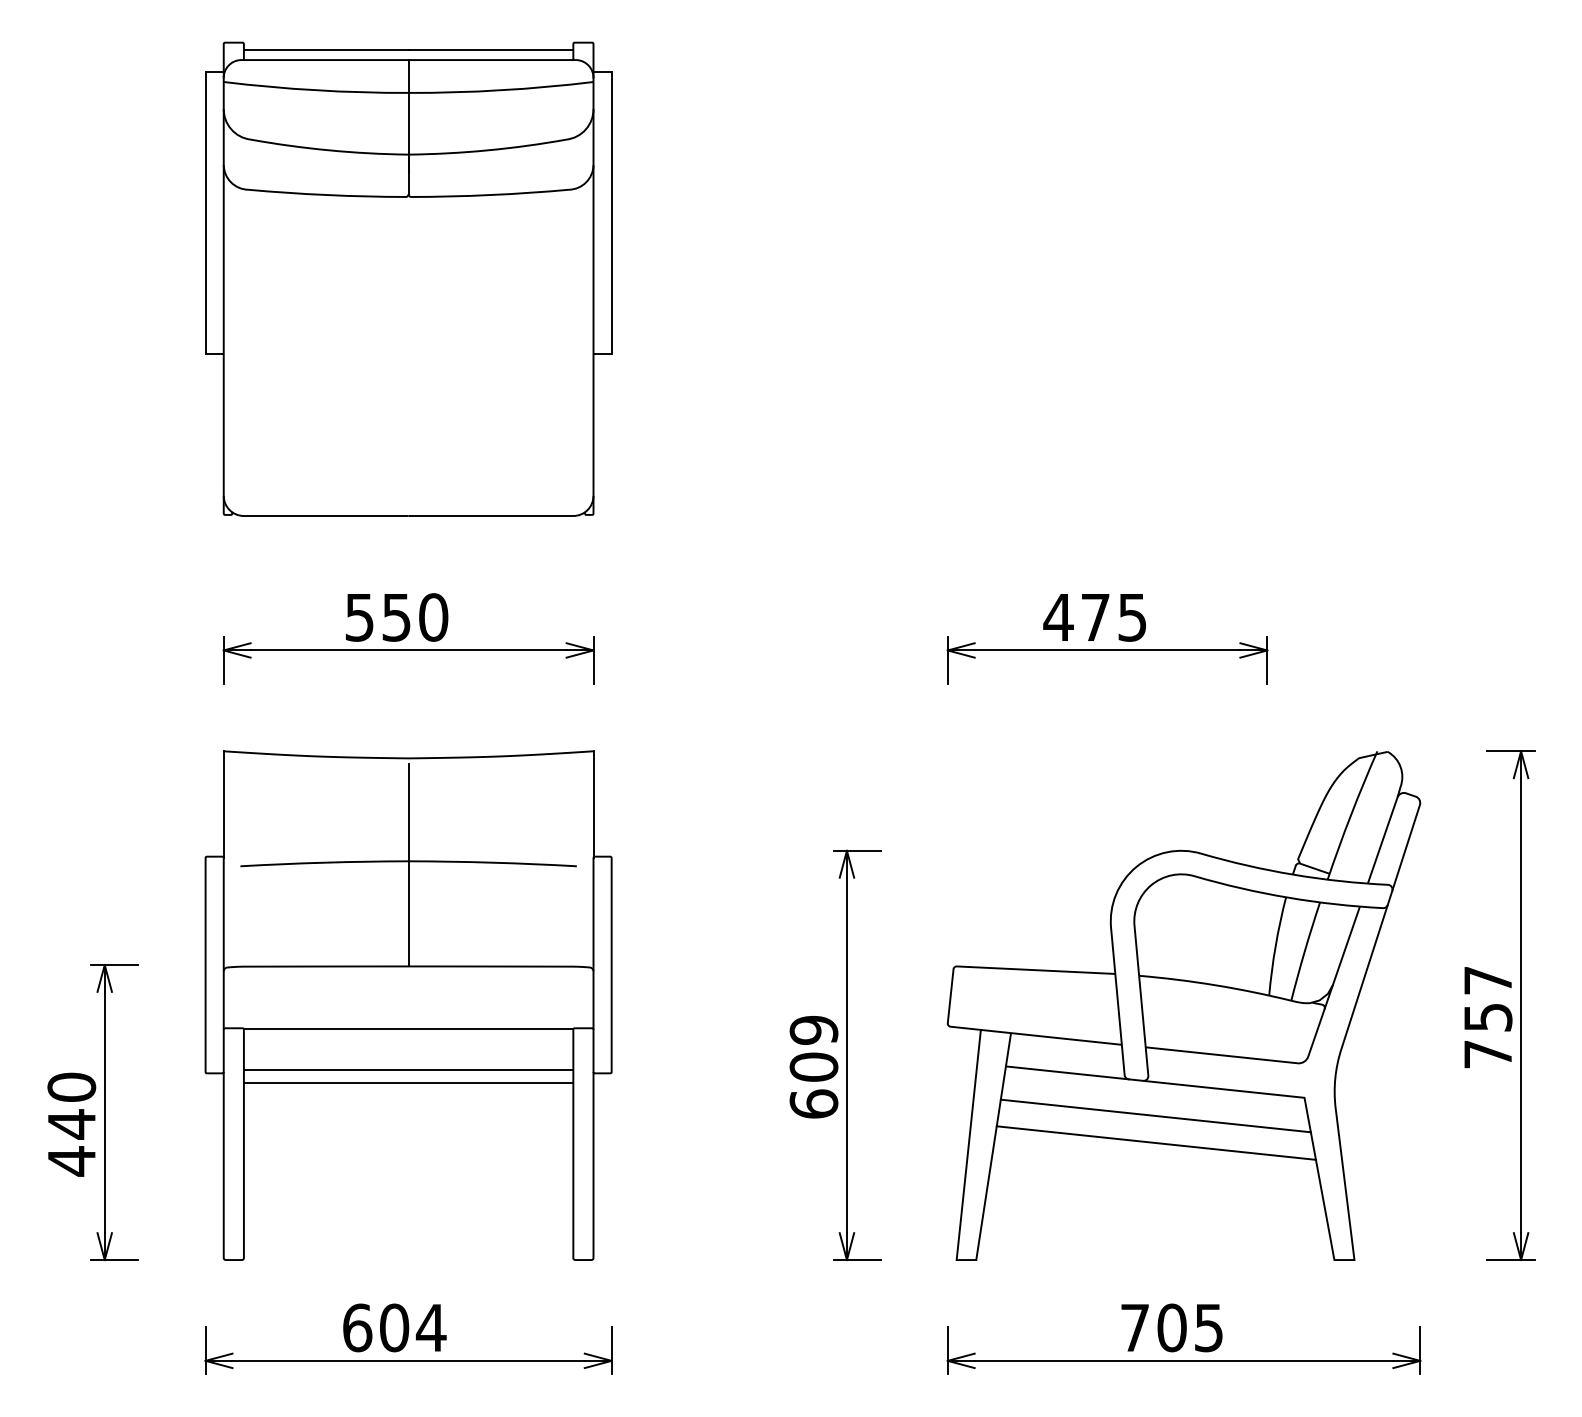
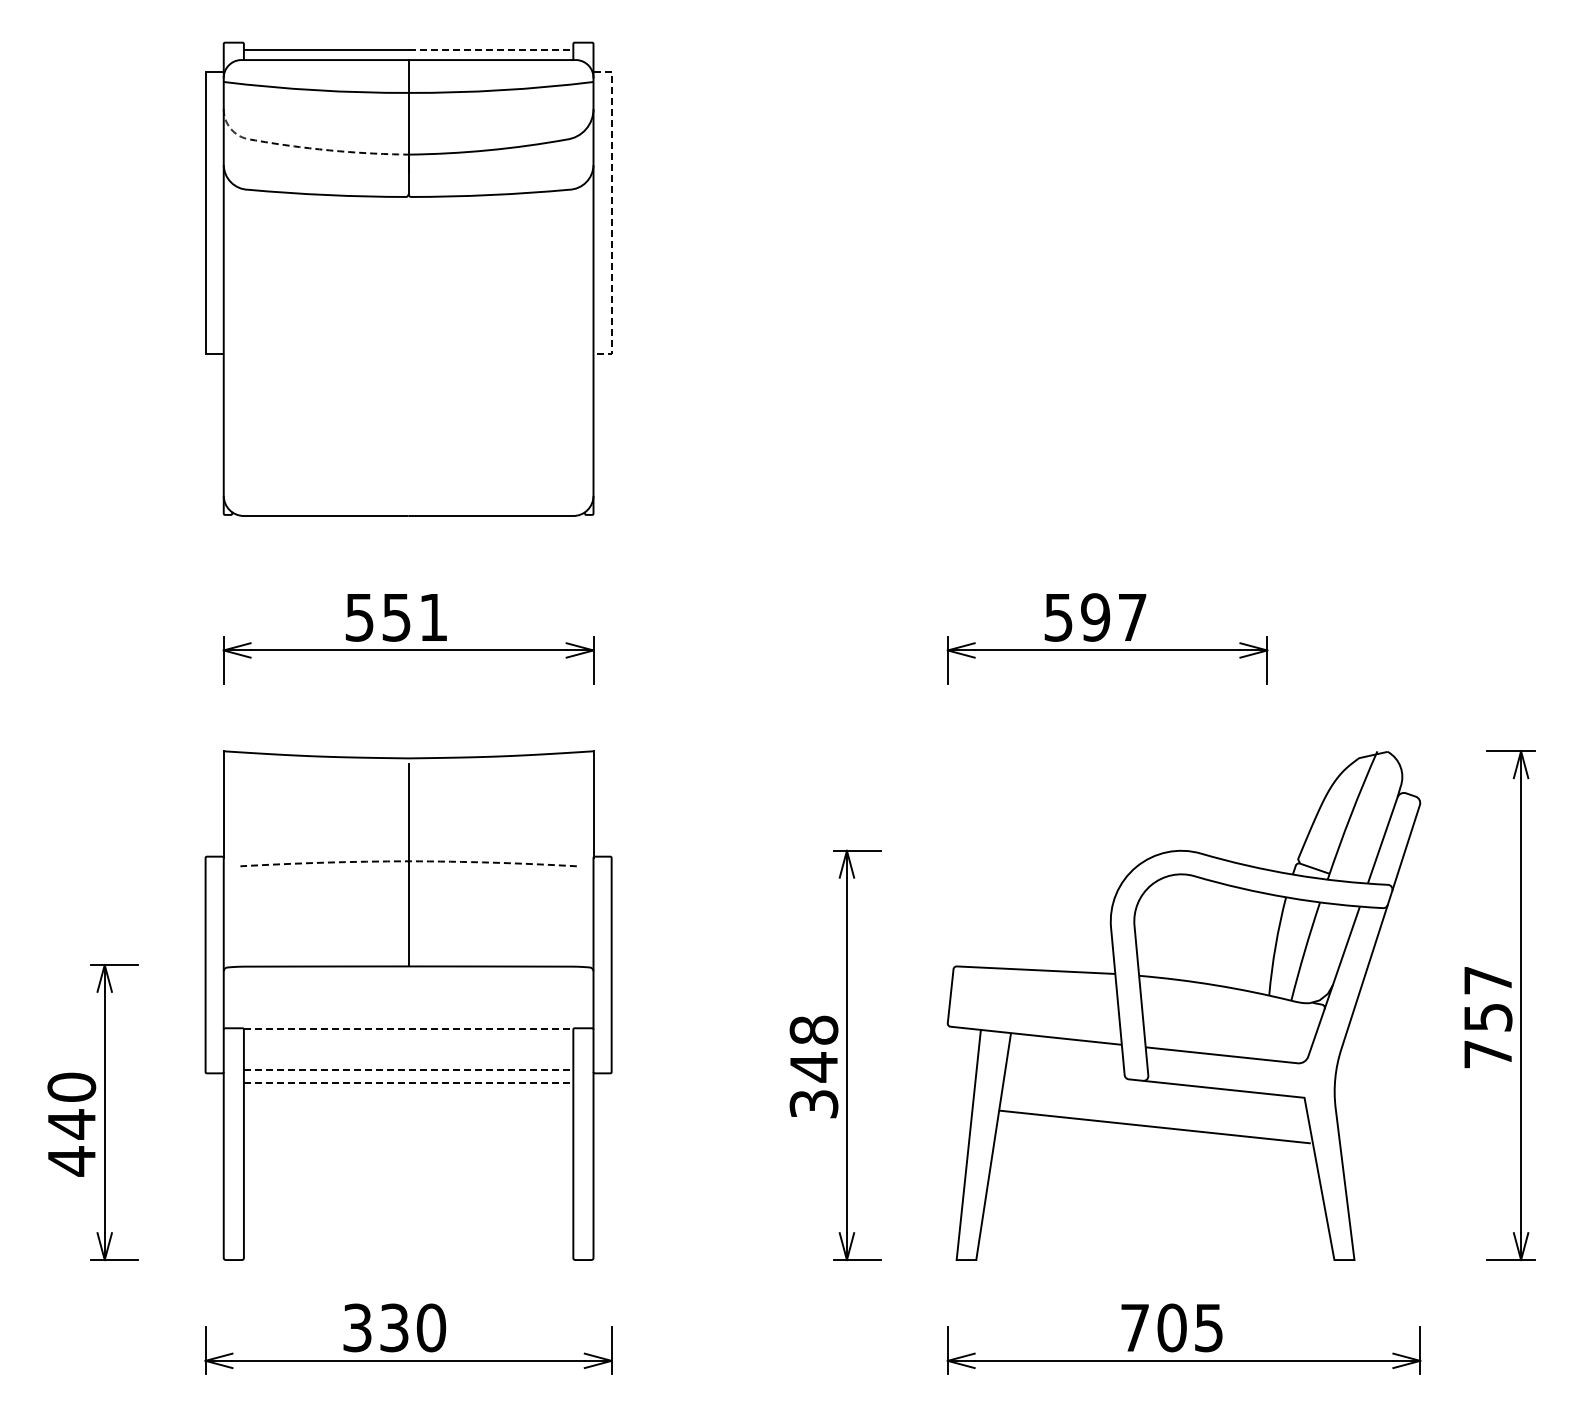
line at (491, 49): solid -> dashed
line at (303, 147): solid -> dashed
line at (611, 212): solid -> dashed
text at (433, 617): 550 -> 551
text at (1094, 617): 475 -> 597
line at (408, 861): solid -> dashed
line at (408, 1029): solid -> dashed
text at (813, 1066): 609 -> 348
line at (408, 1070): solid -> dashed
line at (1066, 1072): present -> none
line at (408, 1082): solid -> dashed
line at (1155, 1115) position: (1155, 1115) -> (1154, 1126)
line at (1155, 1142): present -> none
text at (394, 1327): 604 -> 330
